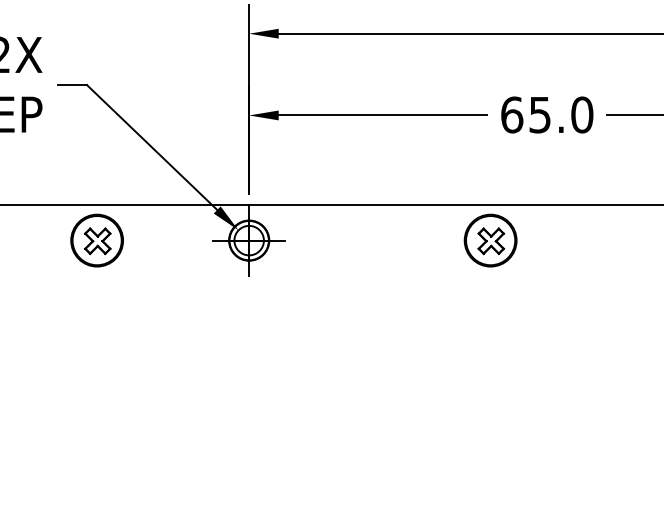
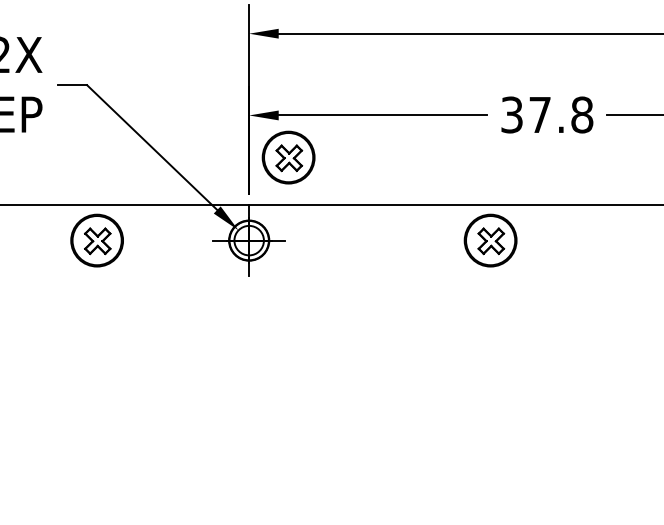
text at (547, 114): 65.0 -> 37.8
part at (288, 157): none -> present
